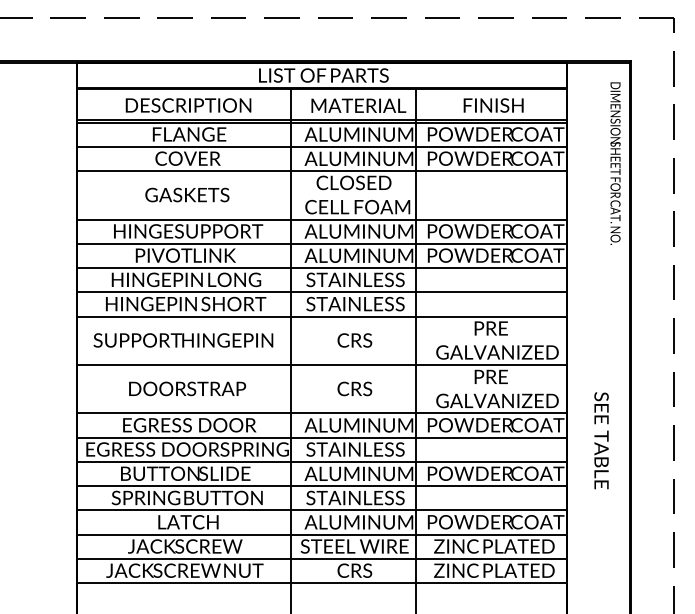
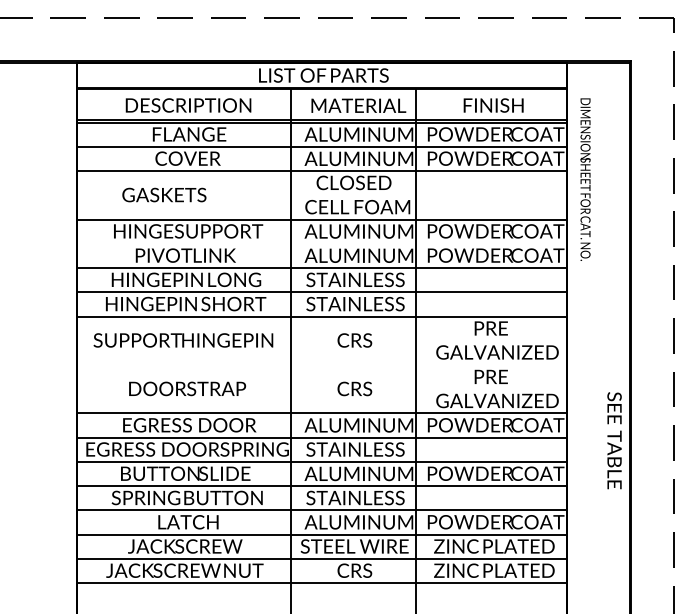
text at (615, 163) position: (615, 163) -> (585, 179)
text at (187, 194) position: (187, 194) -> (164, 194)
line at (322, 243): present -> none
line at (322, 364): present -> none
text at (601, 440) position: (601, 440) -> (614, 440)
